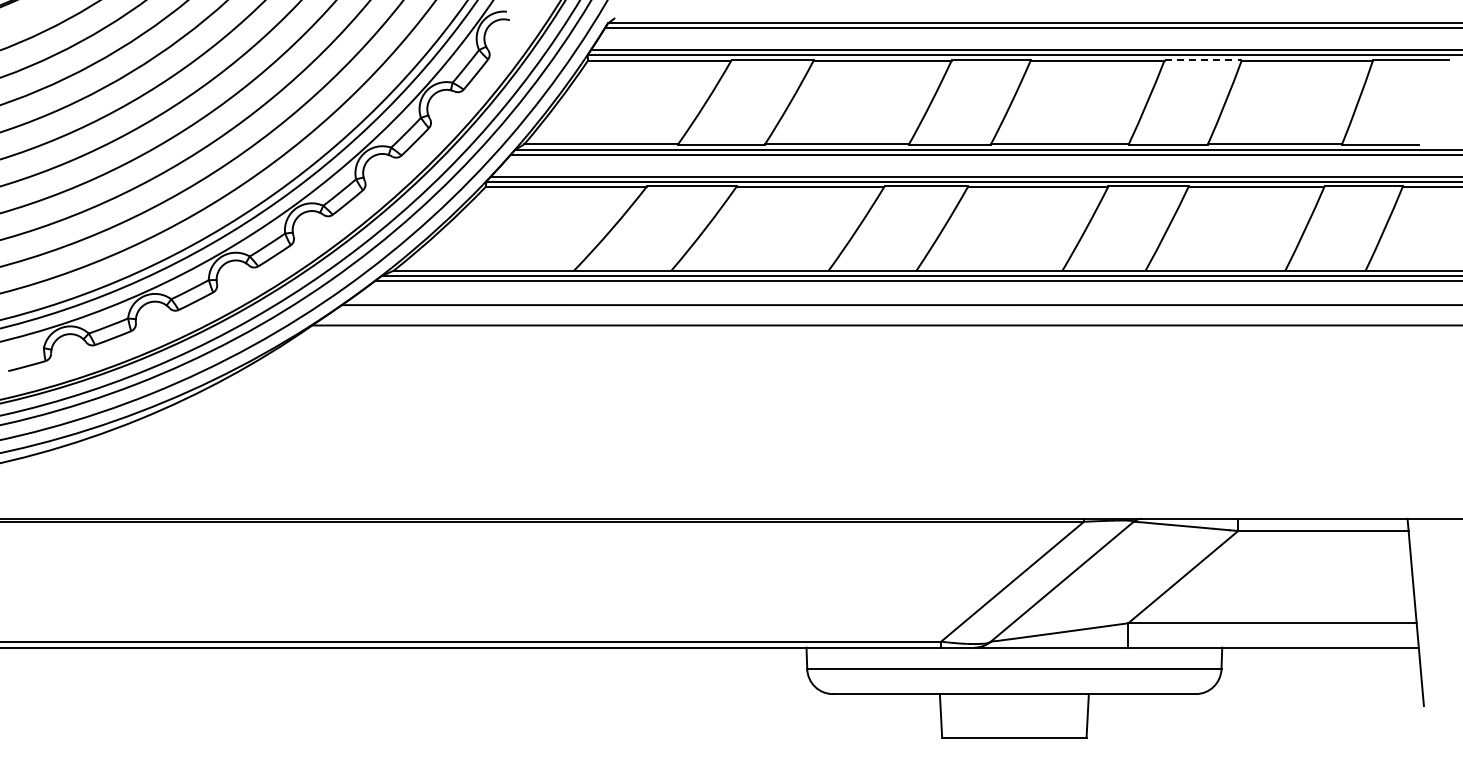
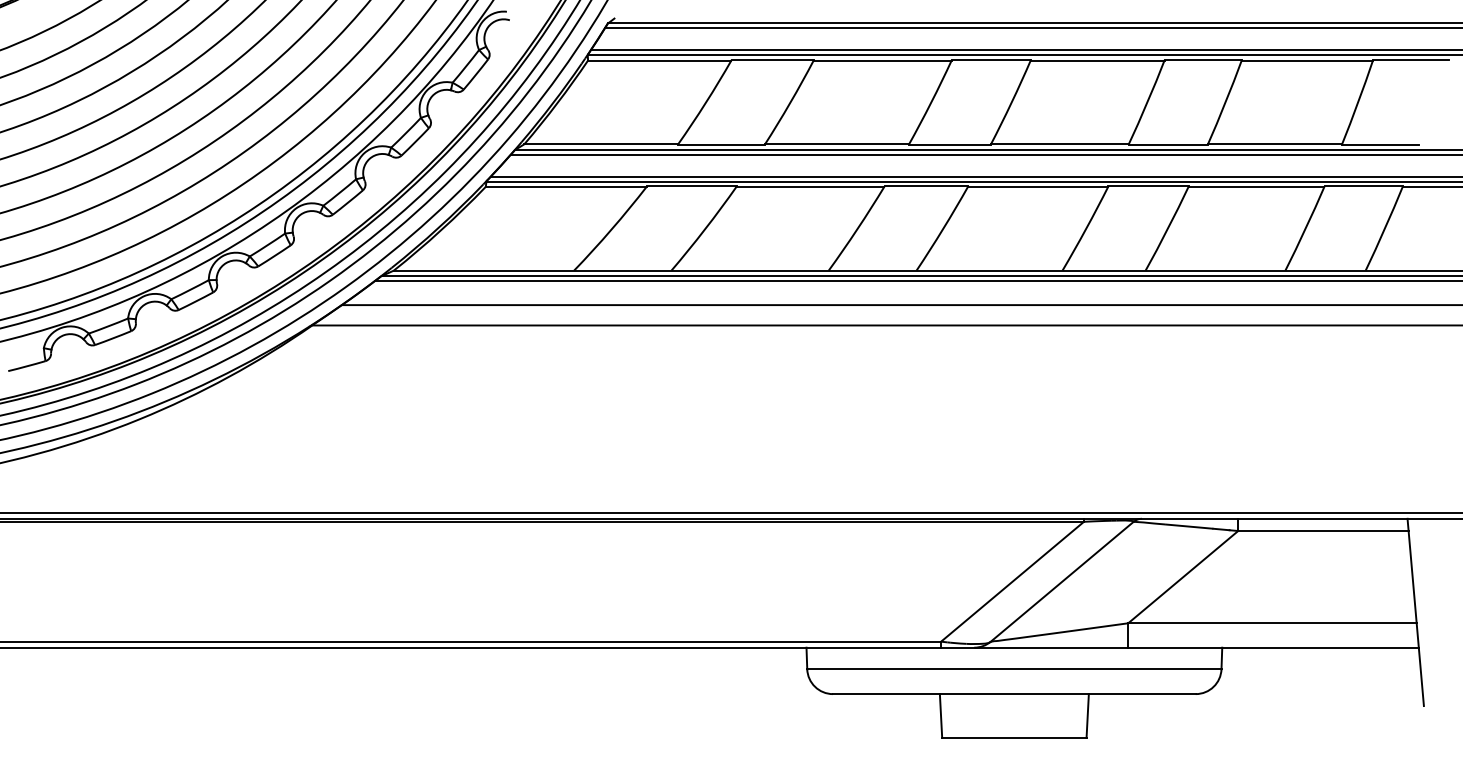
line at (1203, 60): dashed -> solid
line at (730, 513): none -> present
